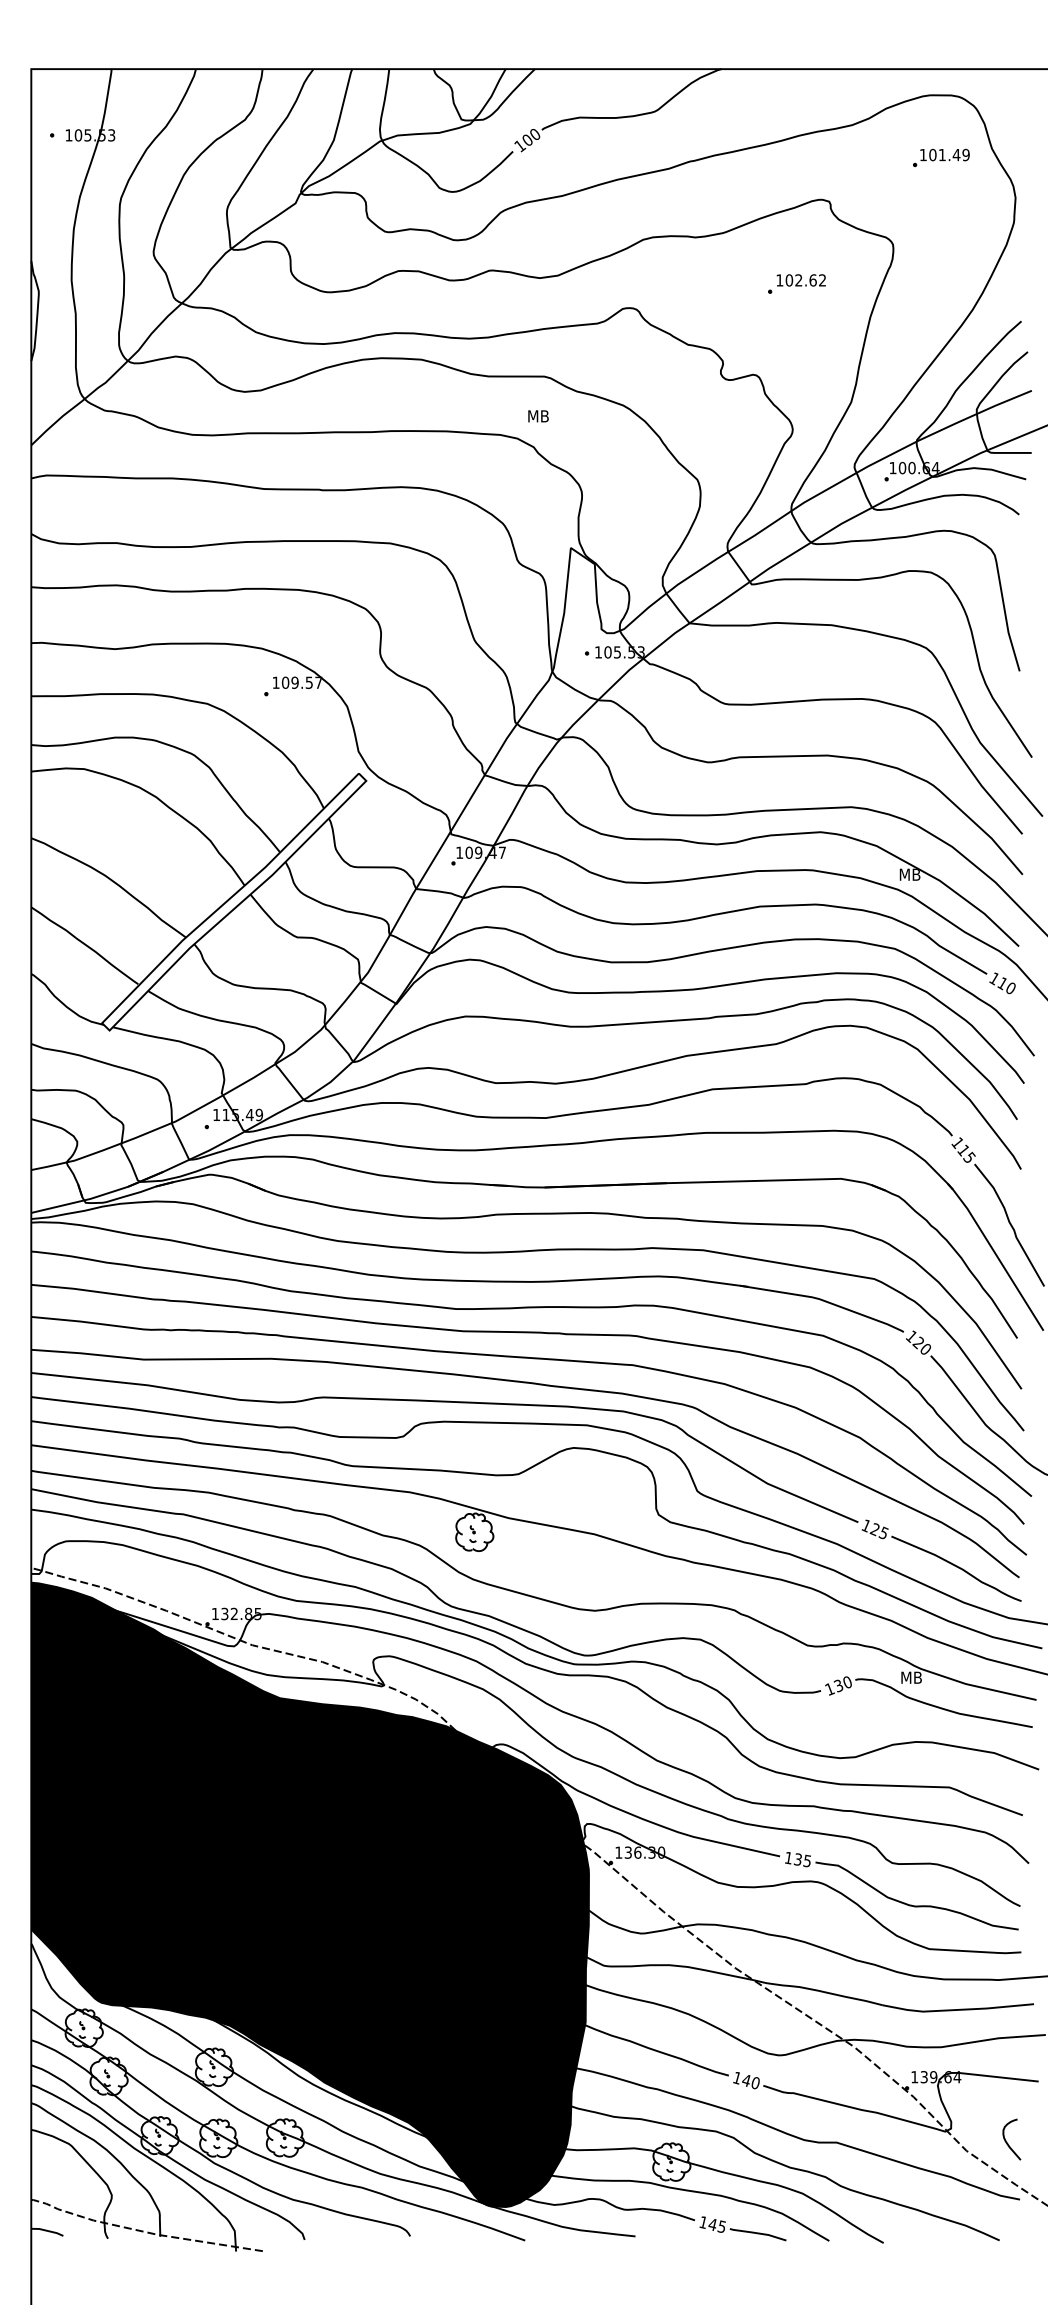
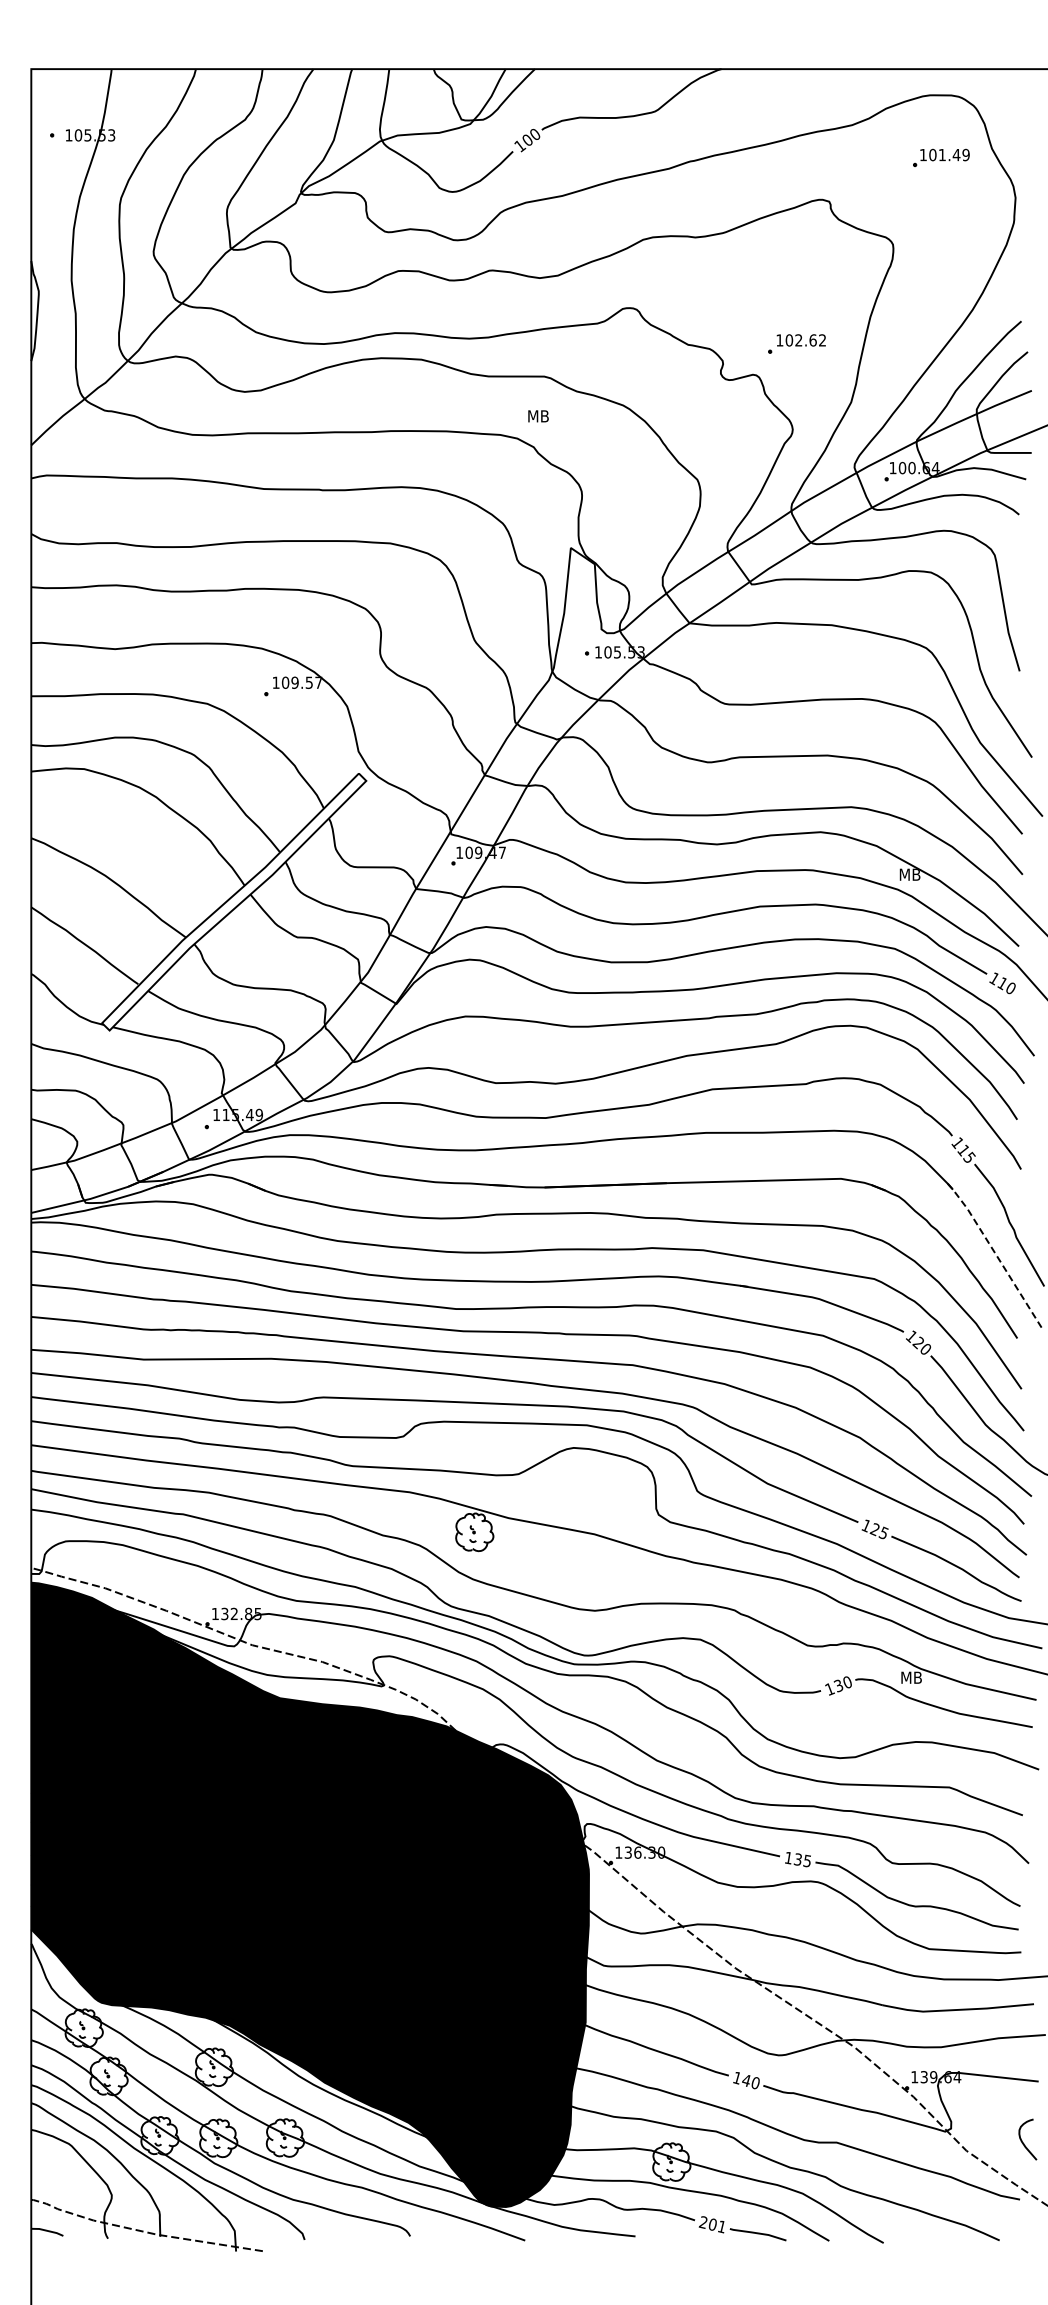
part at (796, 283) position: (796, 283) -> (796, 343)
line at (996, 1255): solid -> dashed
curve at (1007, 2142) position: (1007, 2142) -> (1023, 2142)
text at (711, 2224): 145 -> 201
